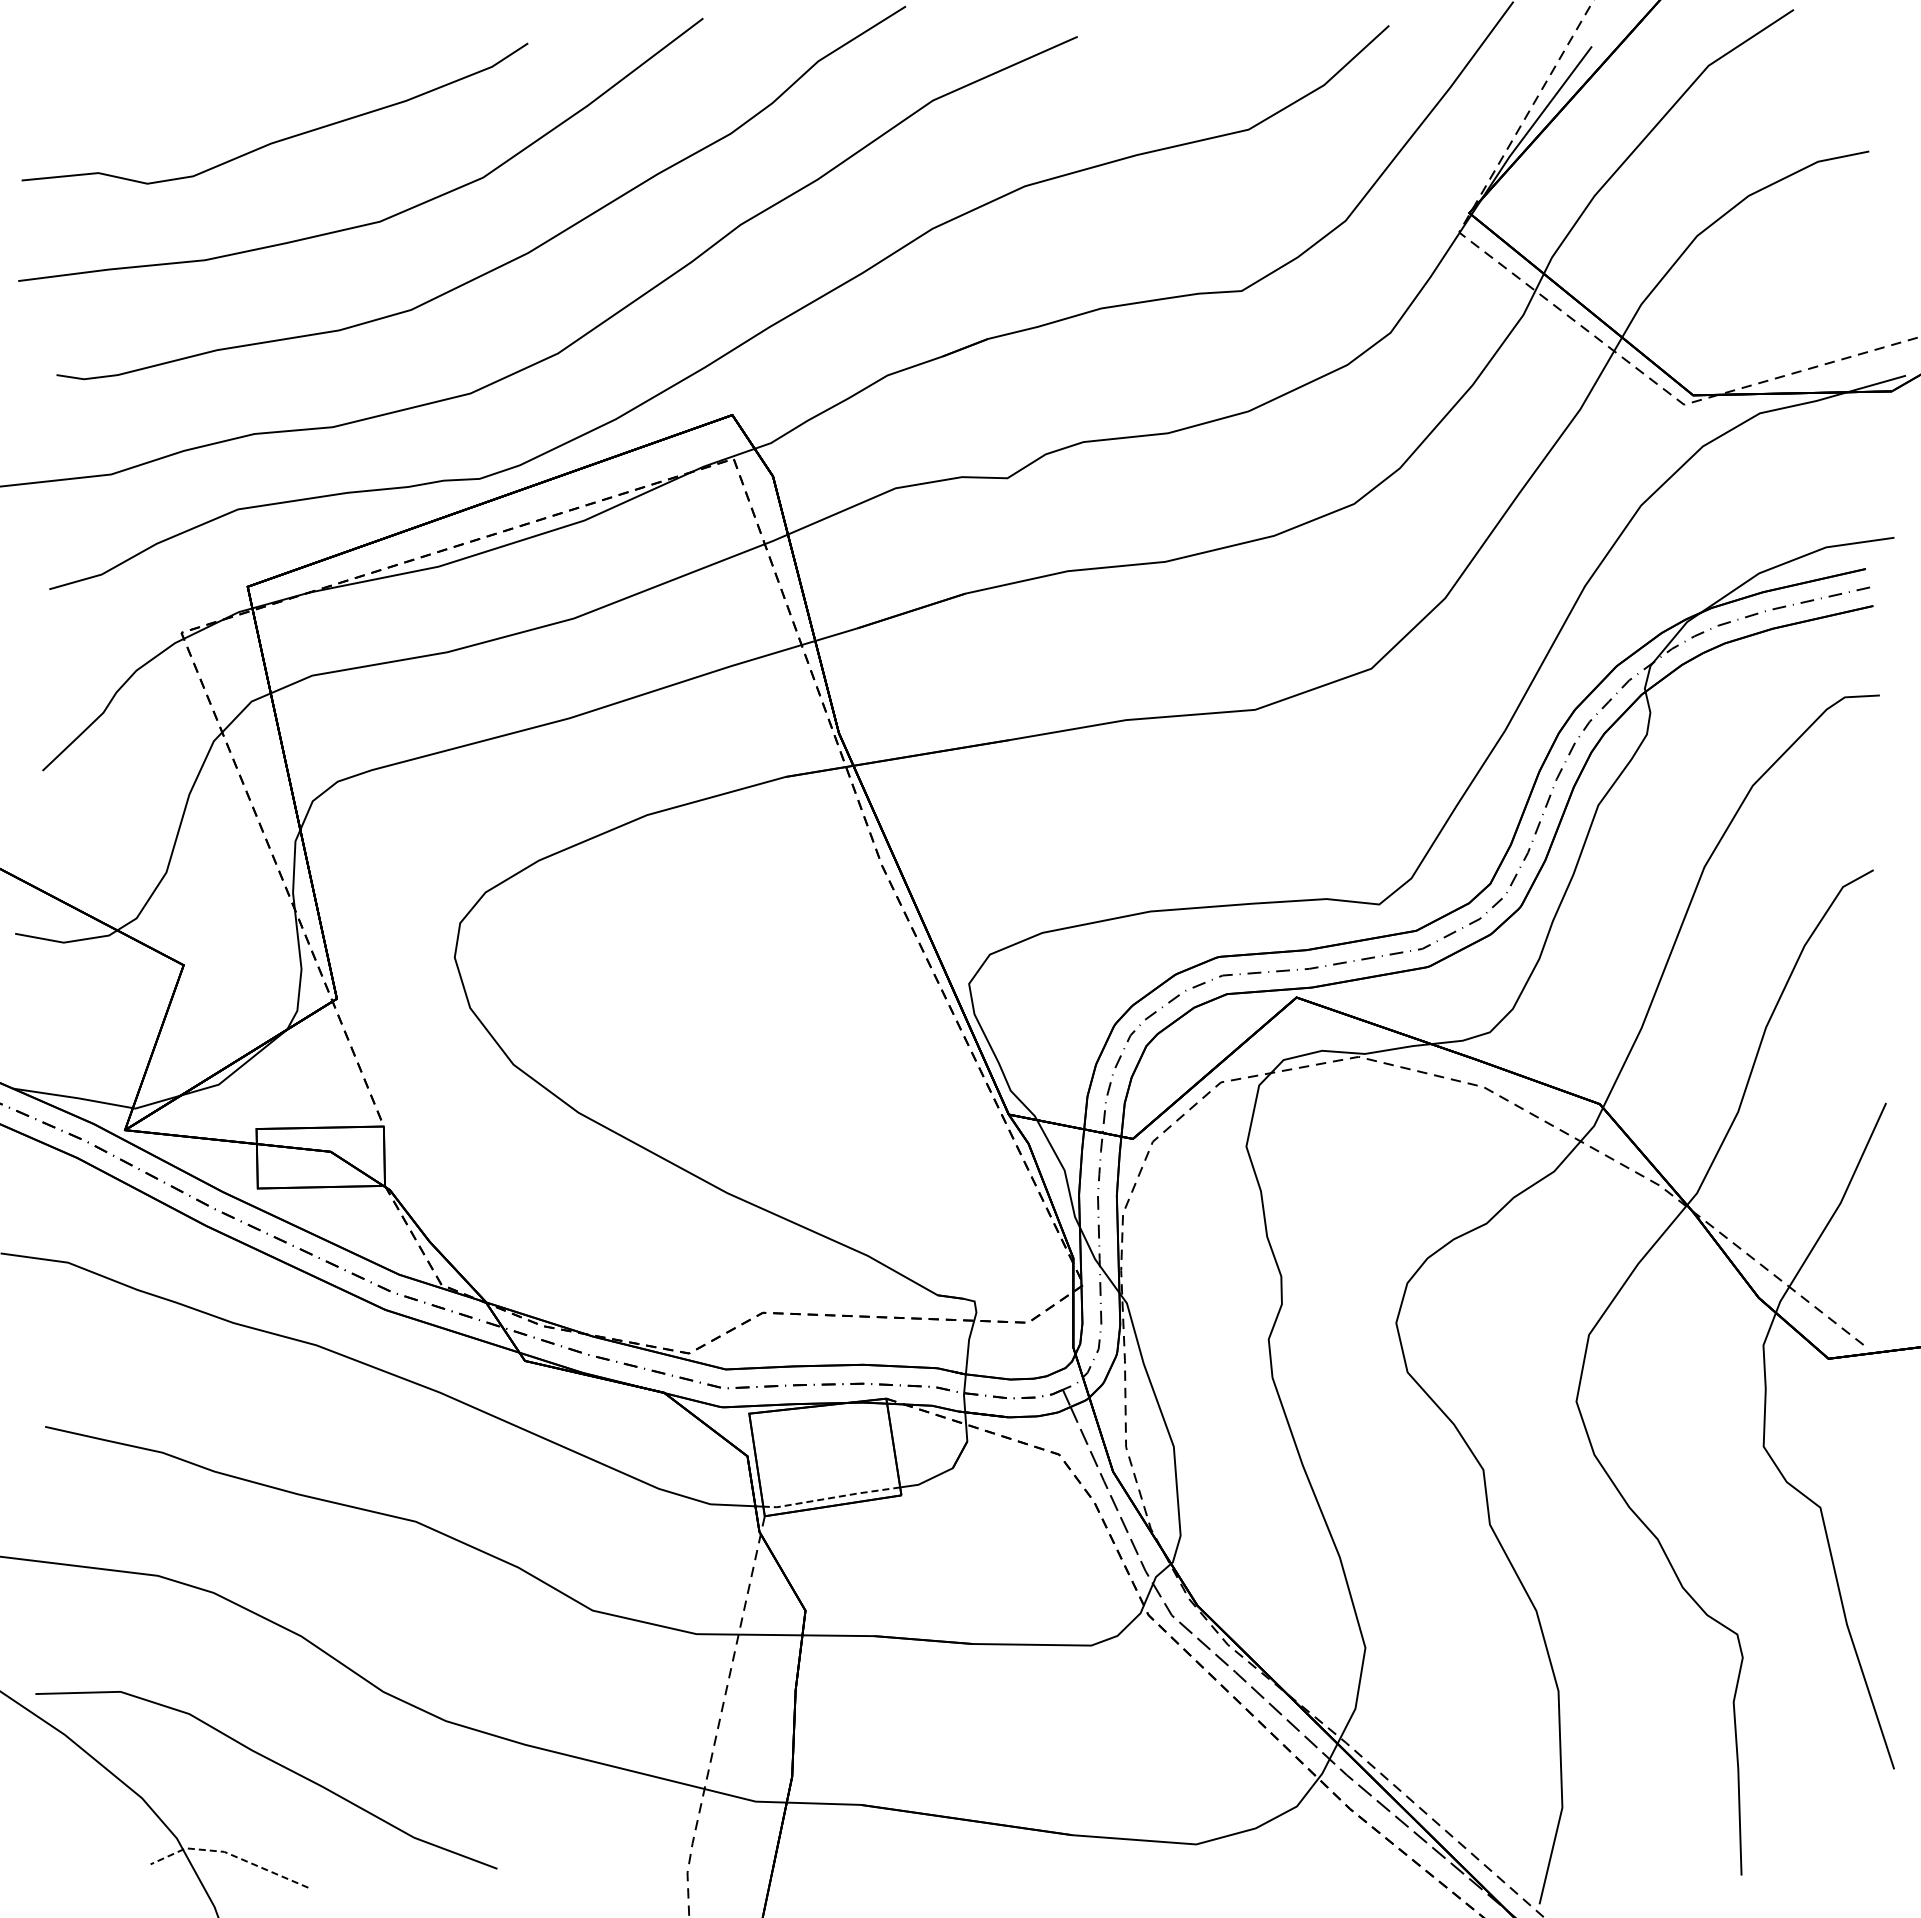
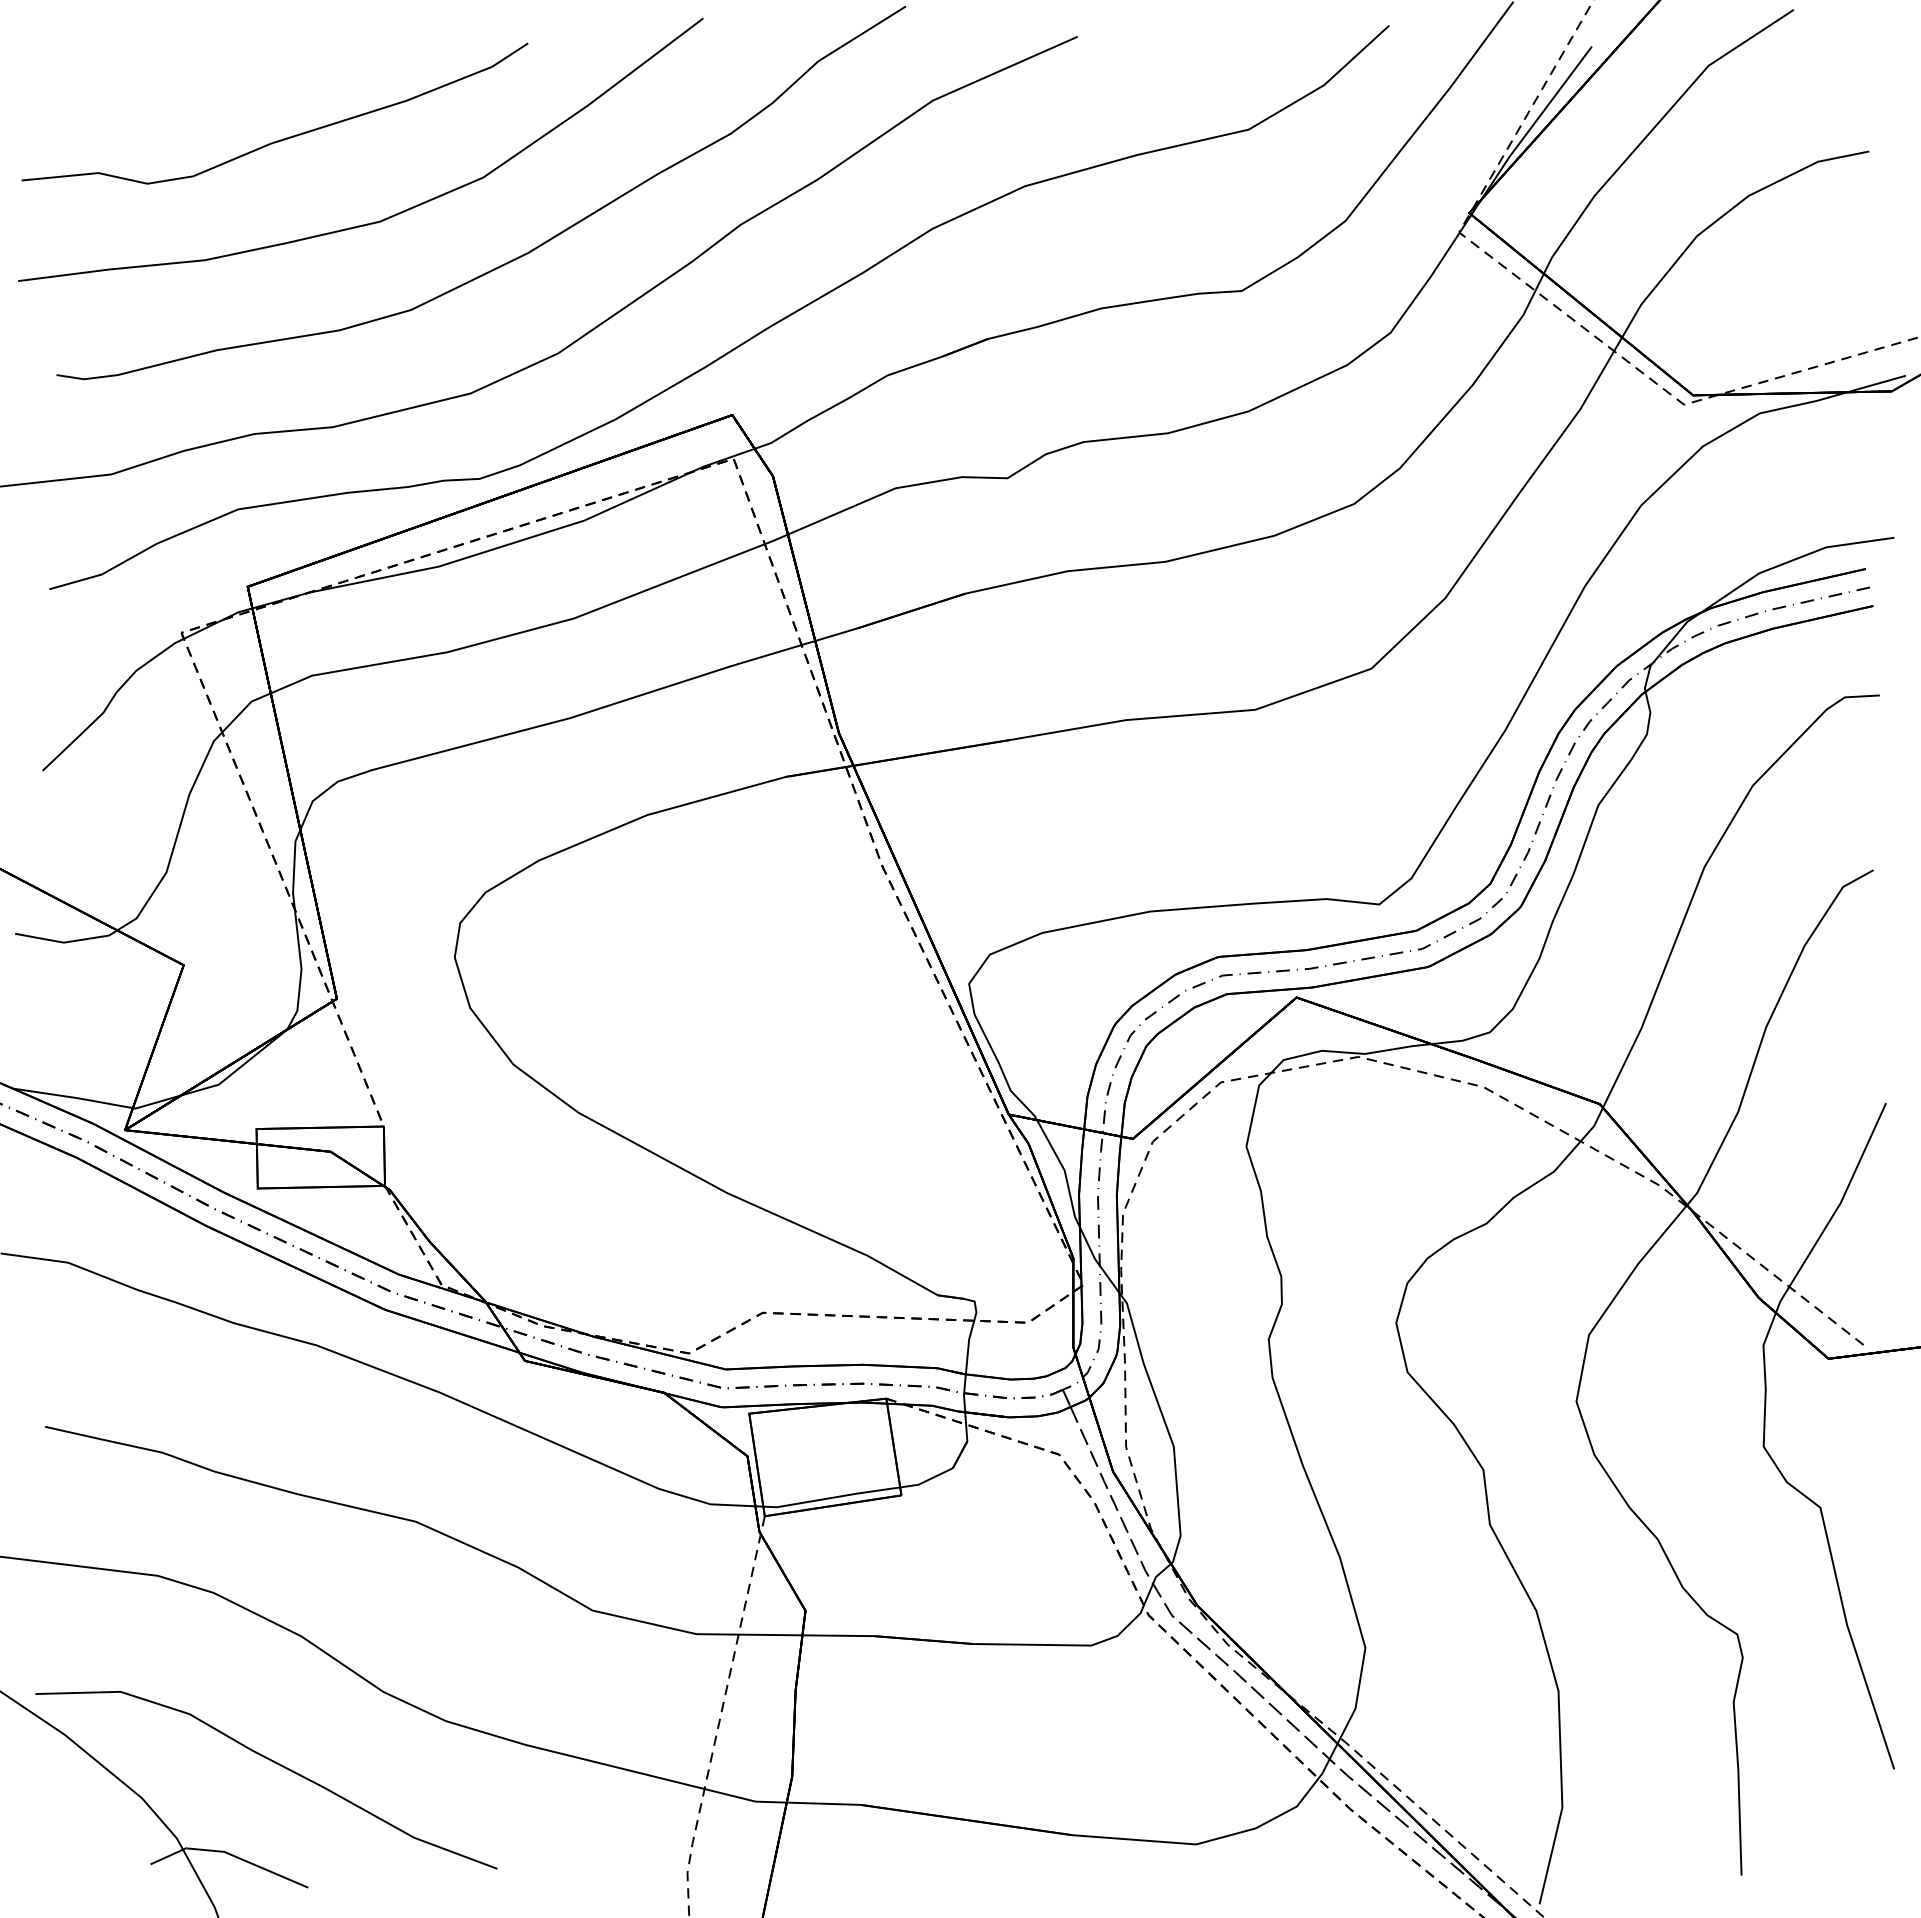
line at (831, 1497): dashed -> solid
line at (229, 1854): dashed -> solid
